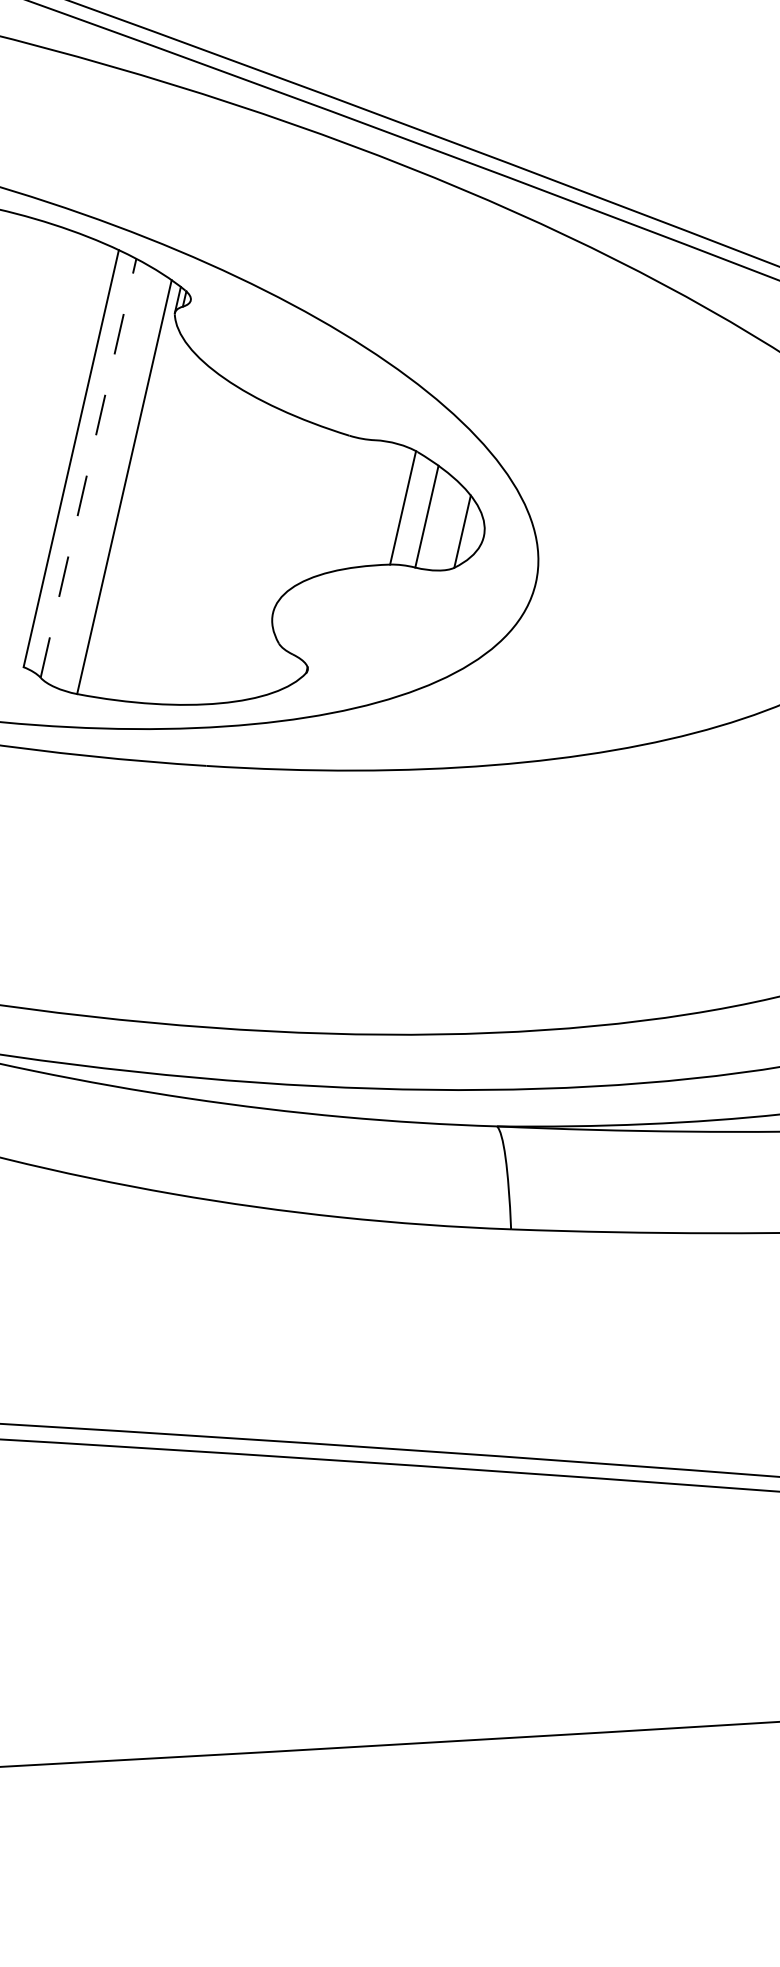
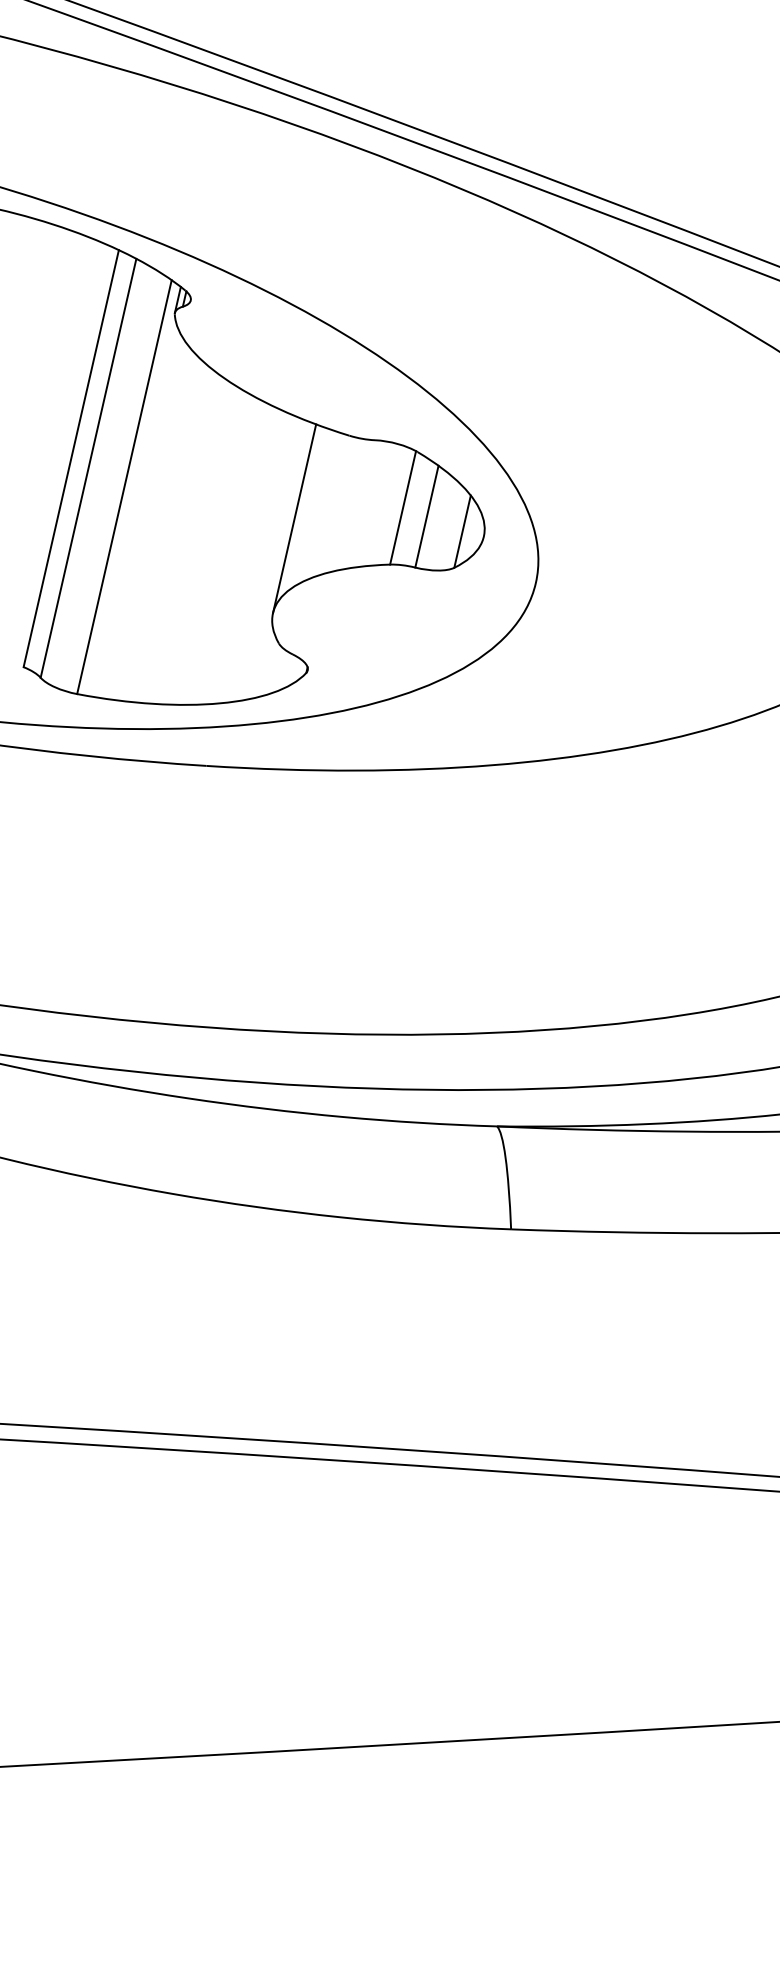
line at (88, 468): dashed -> solid
line at (294, 518): none -> present
